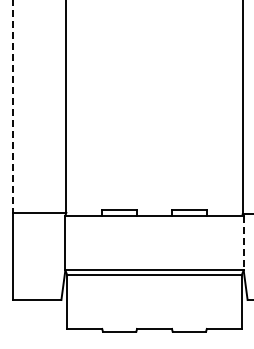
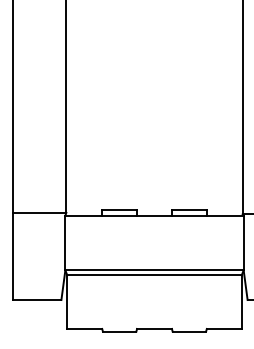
line at (12, 106): dashed -> solid
line at (243, 243): dashed -> solid
